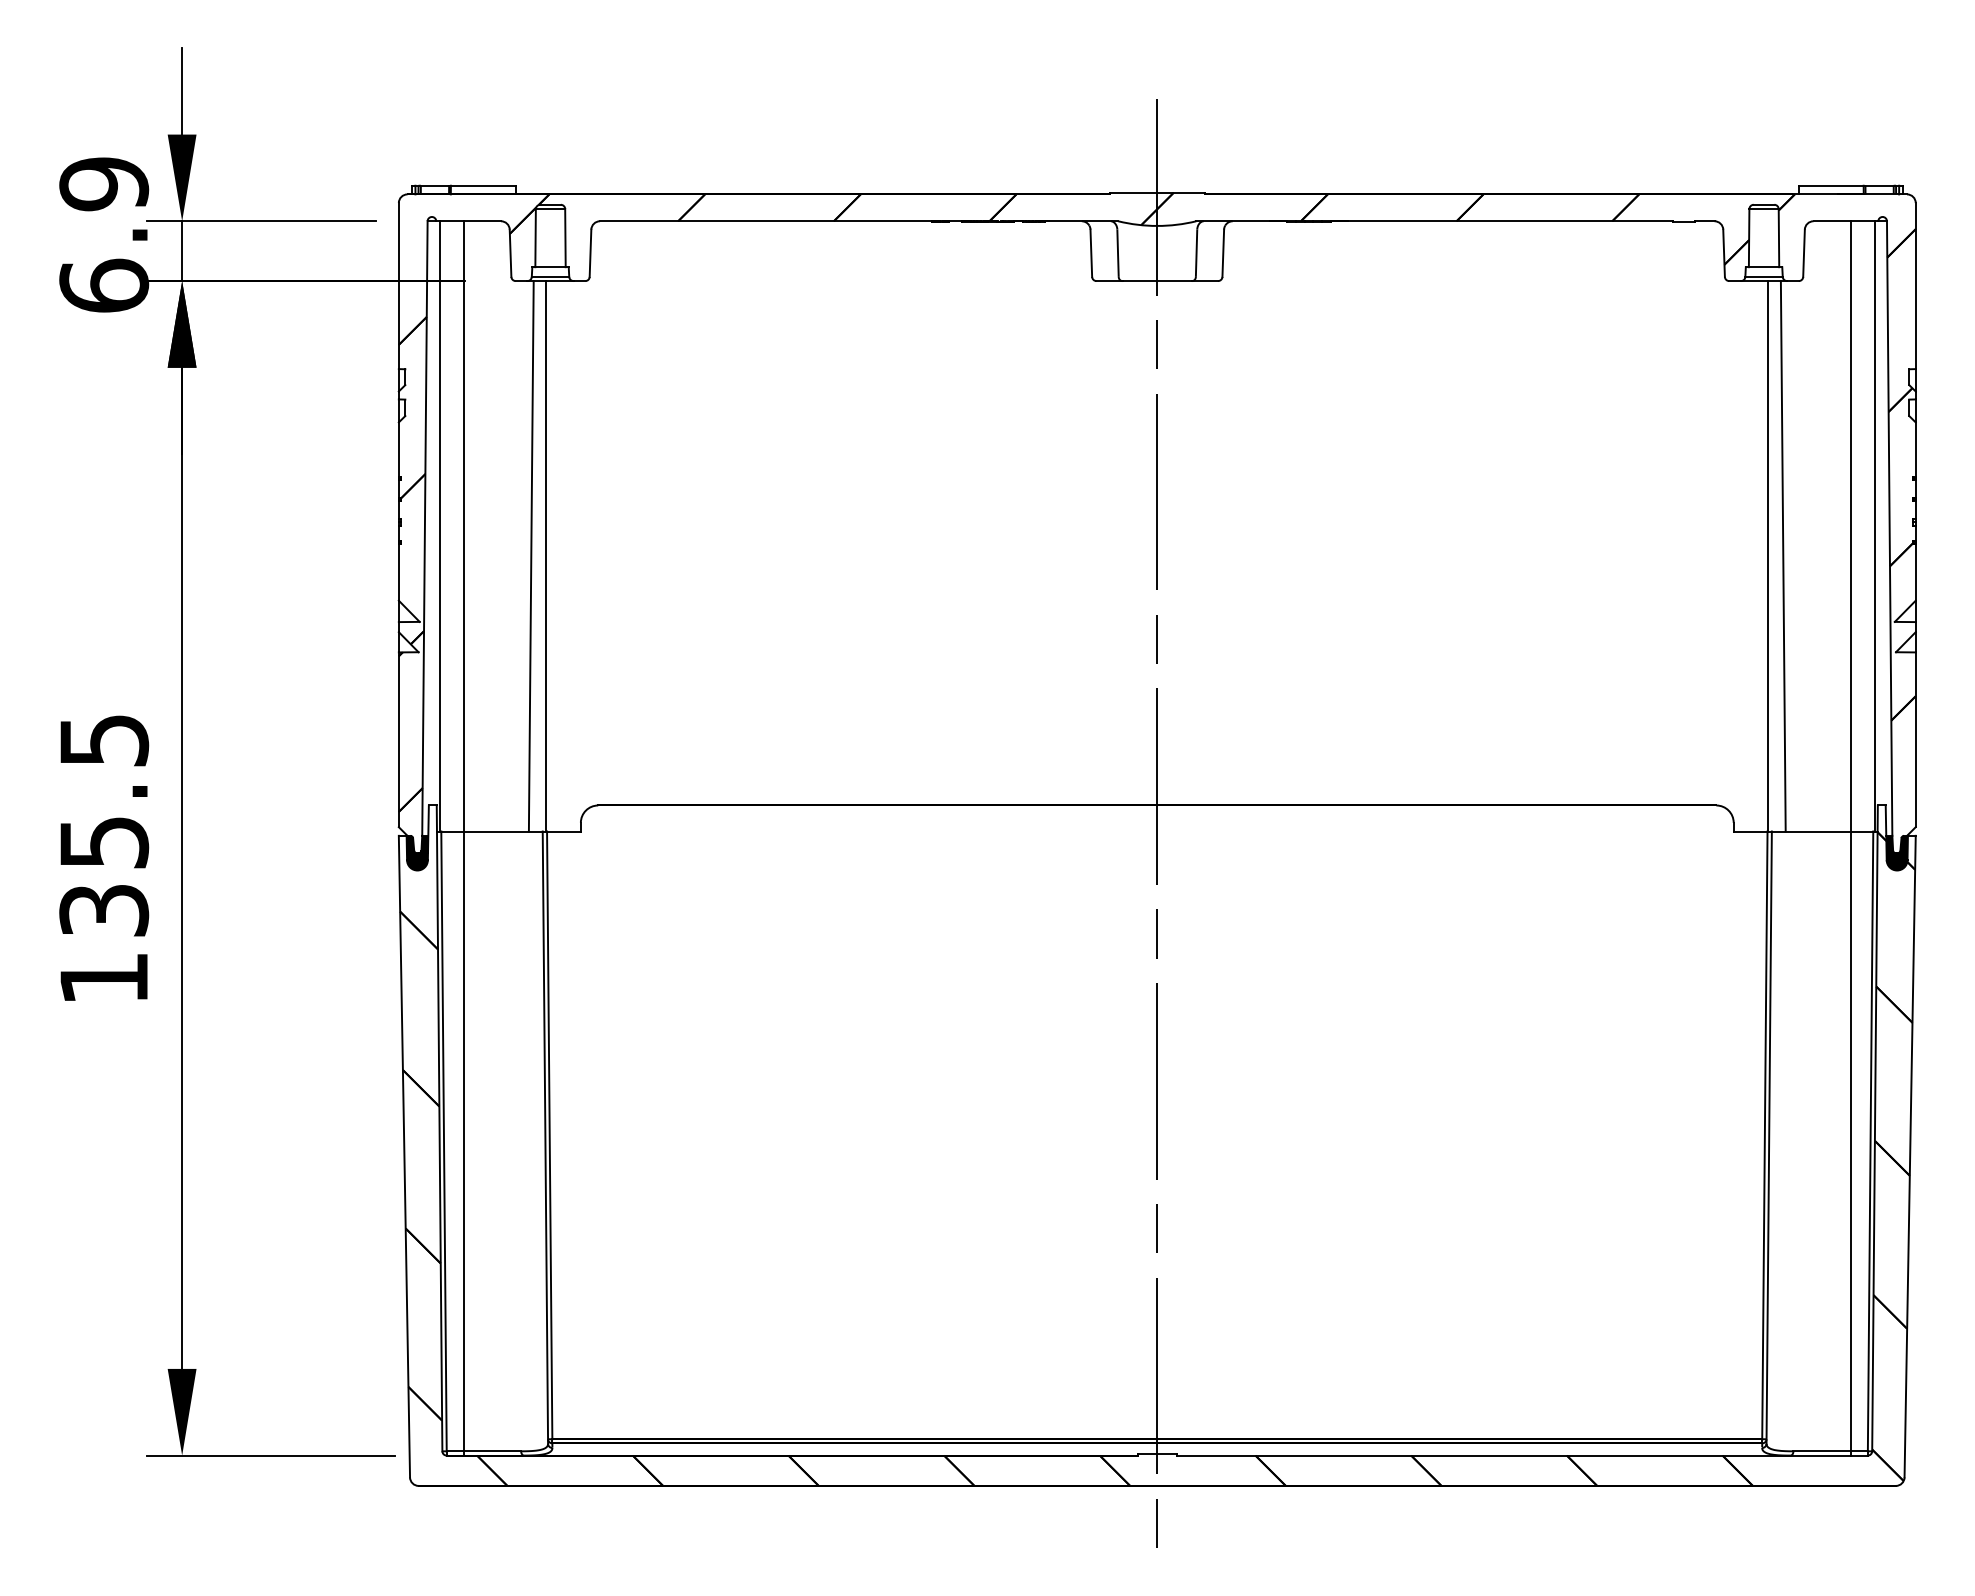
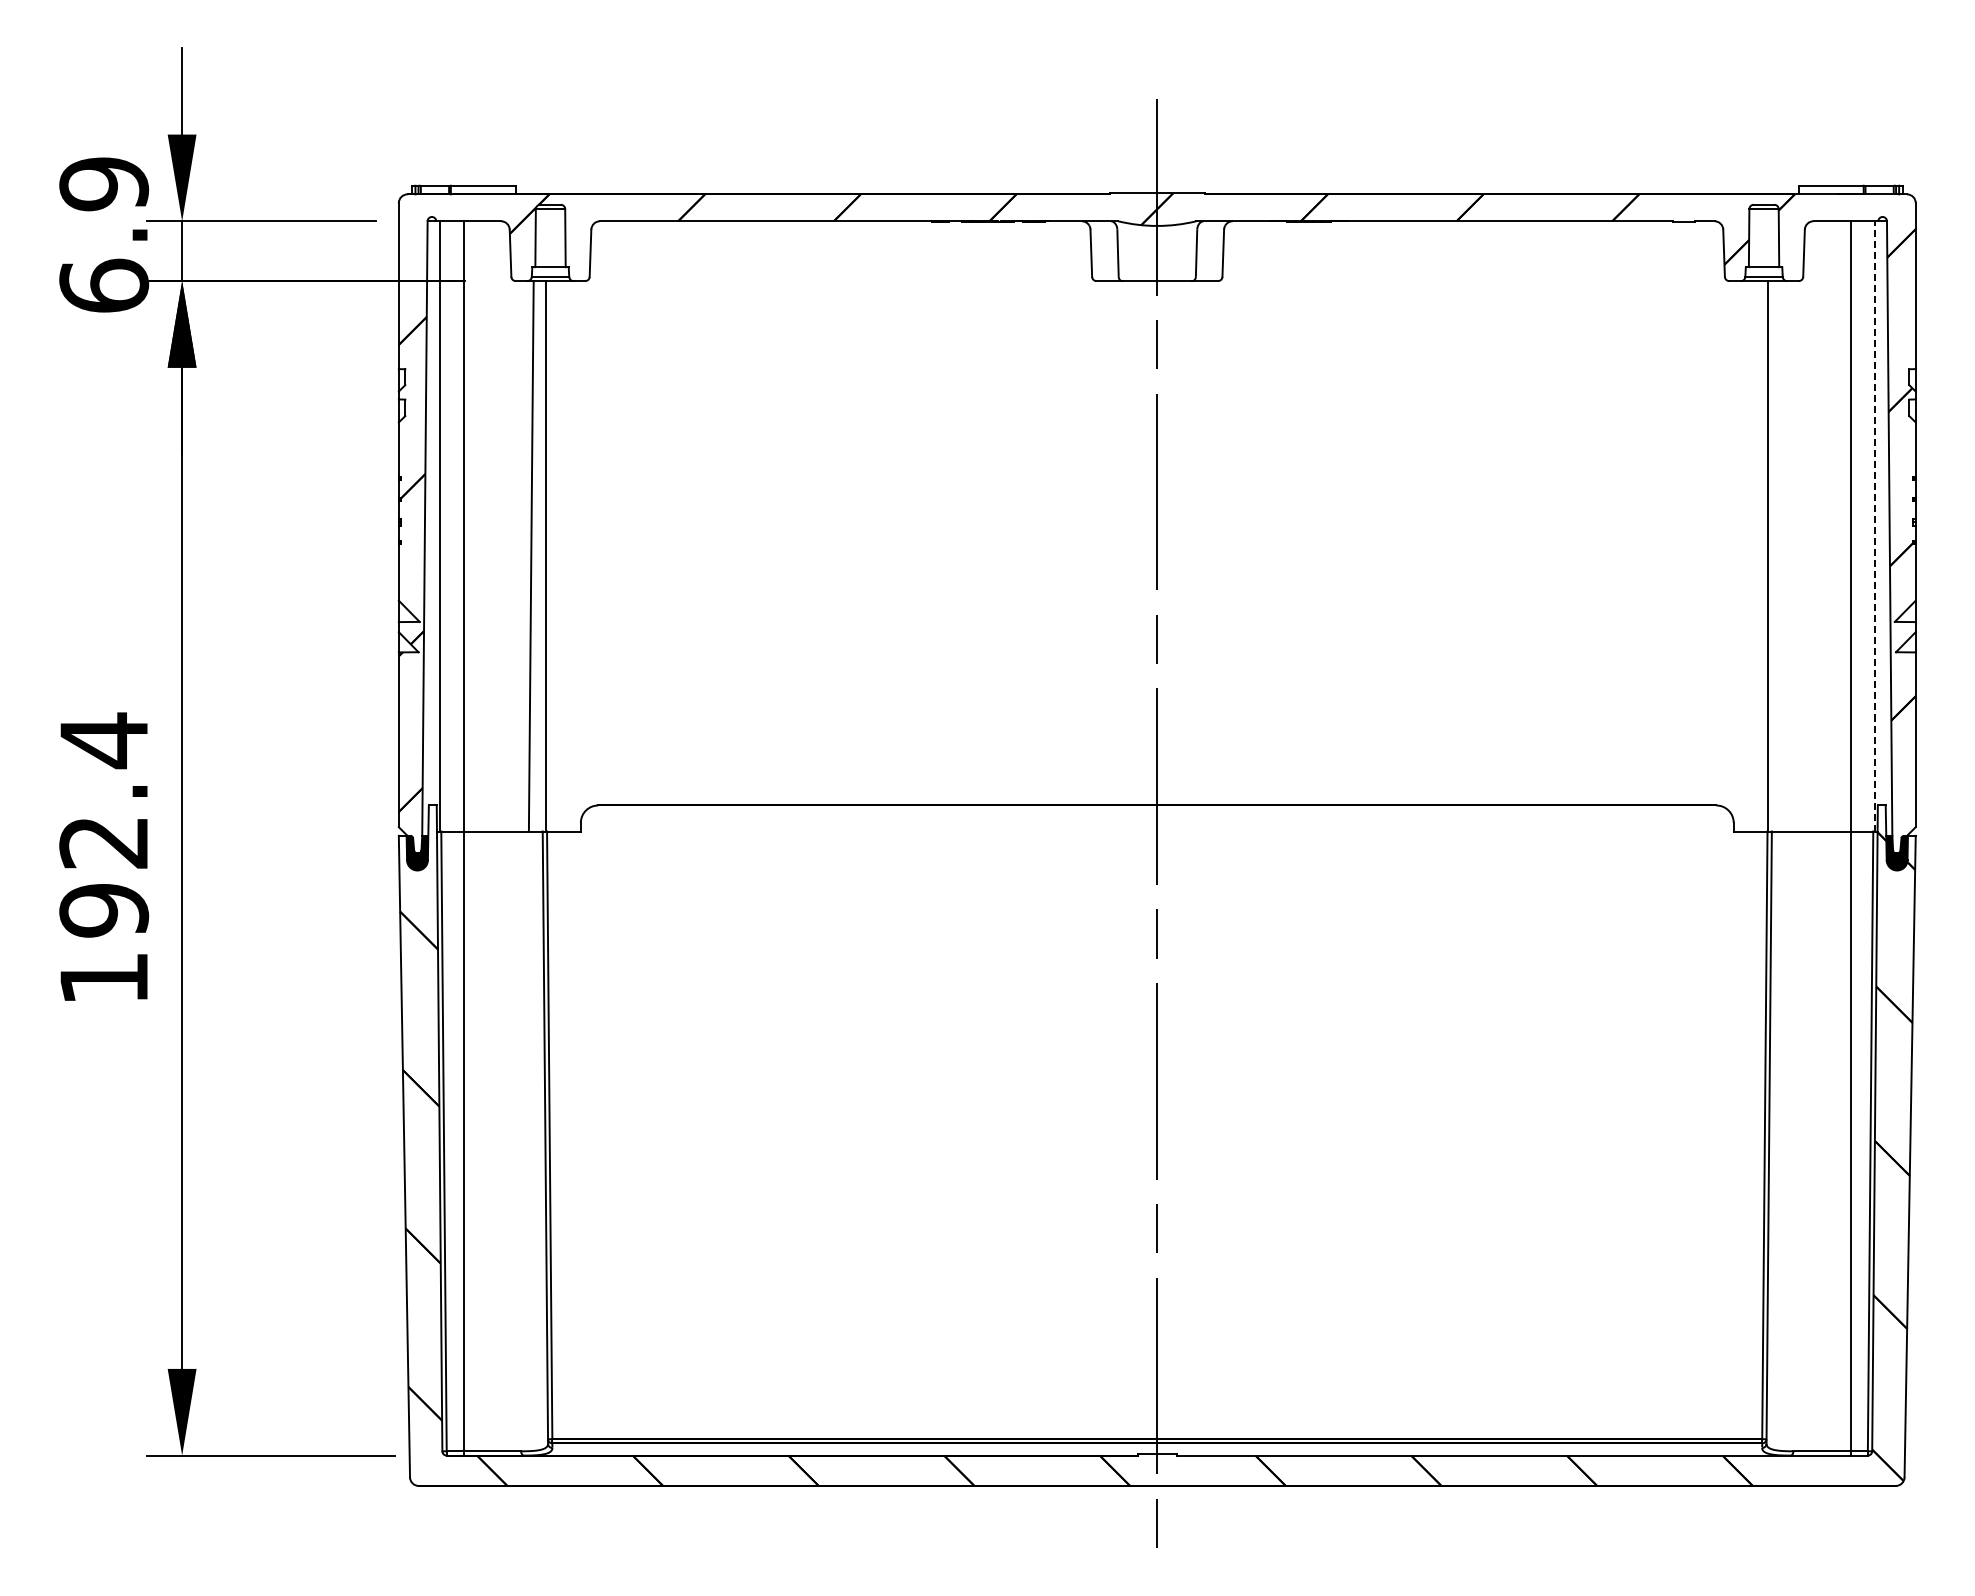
line at (1875, 525): solid -> dashed
line at (1782, 556): present -> none
text at (104, 824): 135.5 -> 192.4
